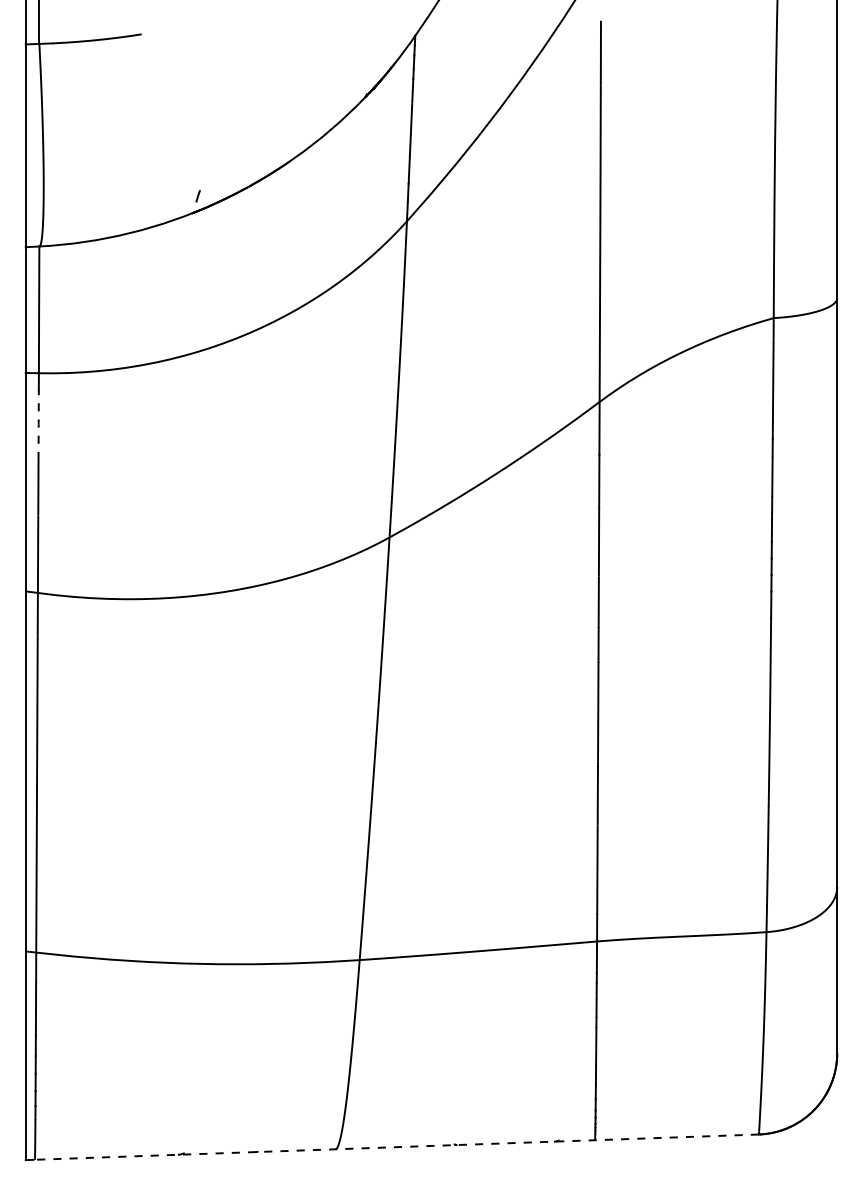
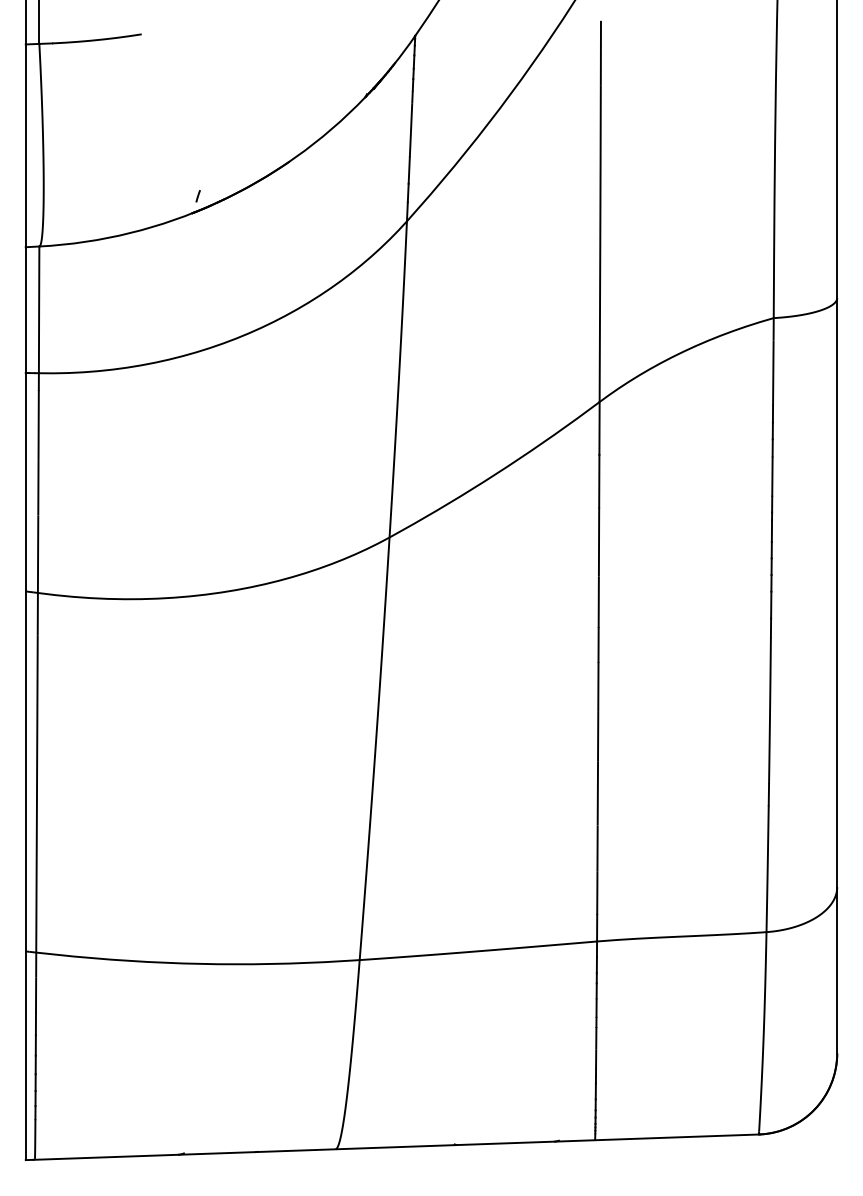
line at (38, 425): dashed -> solid
line at (396, 1147): dashed -> solid
